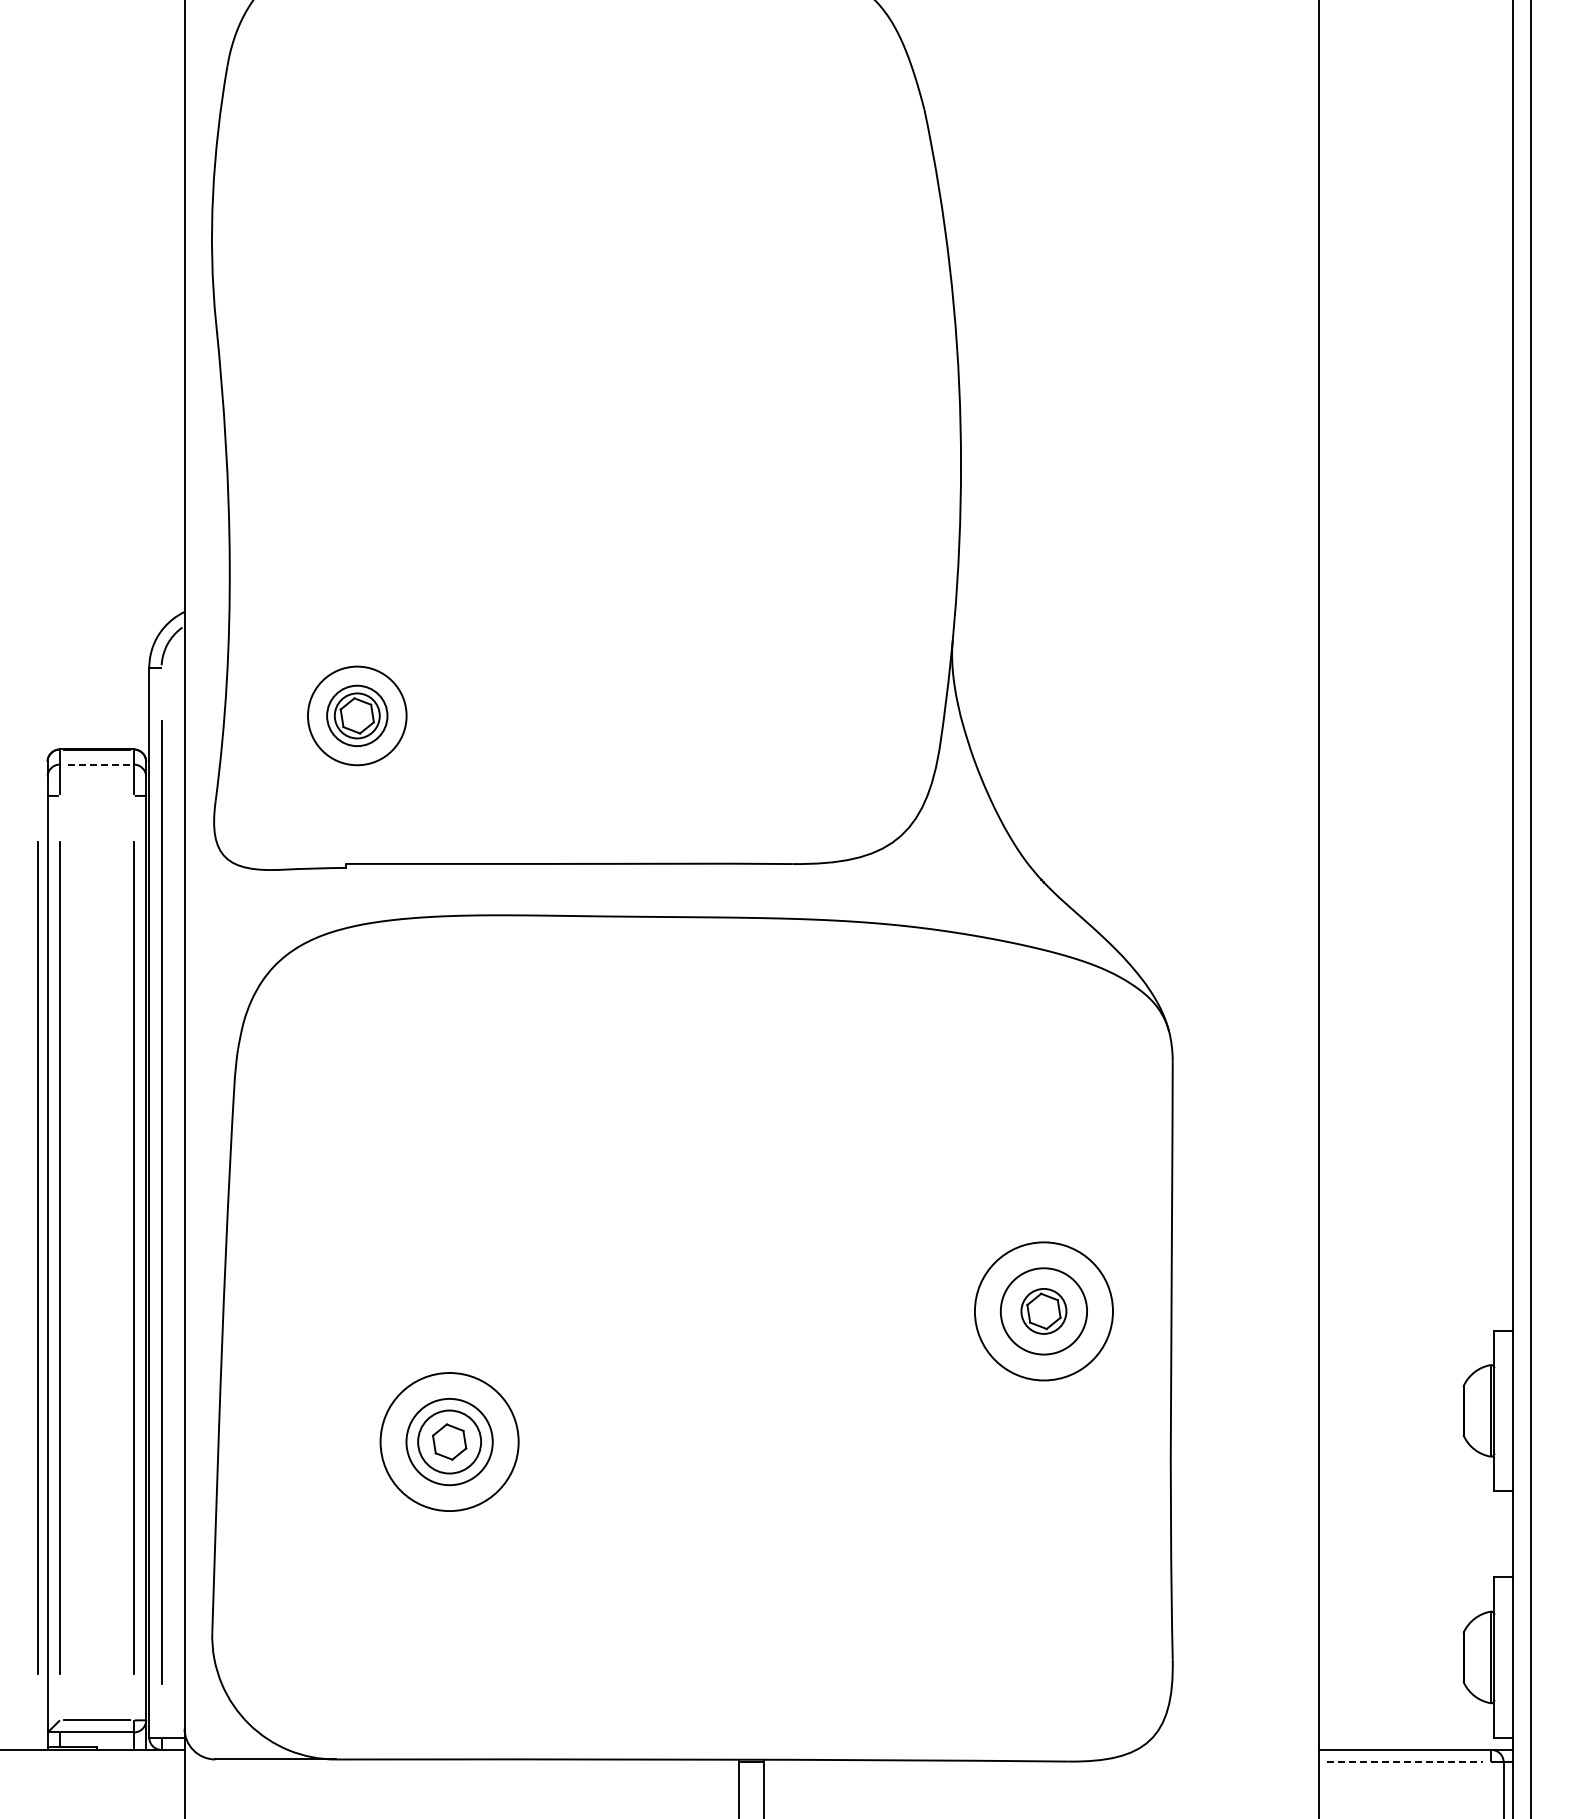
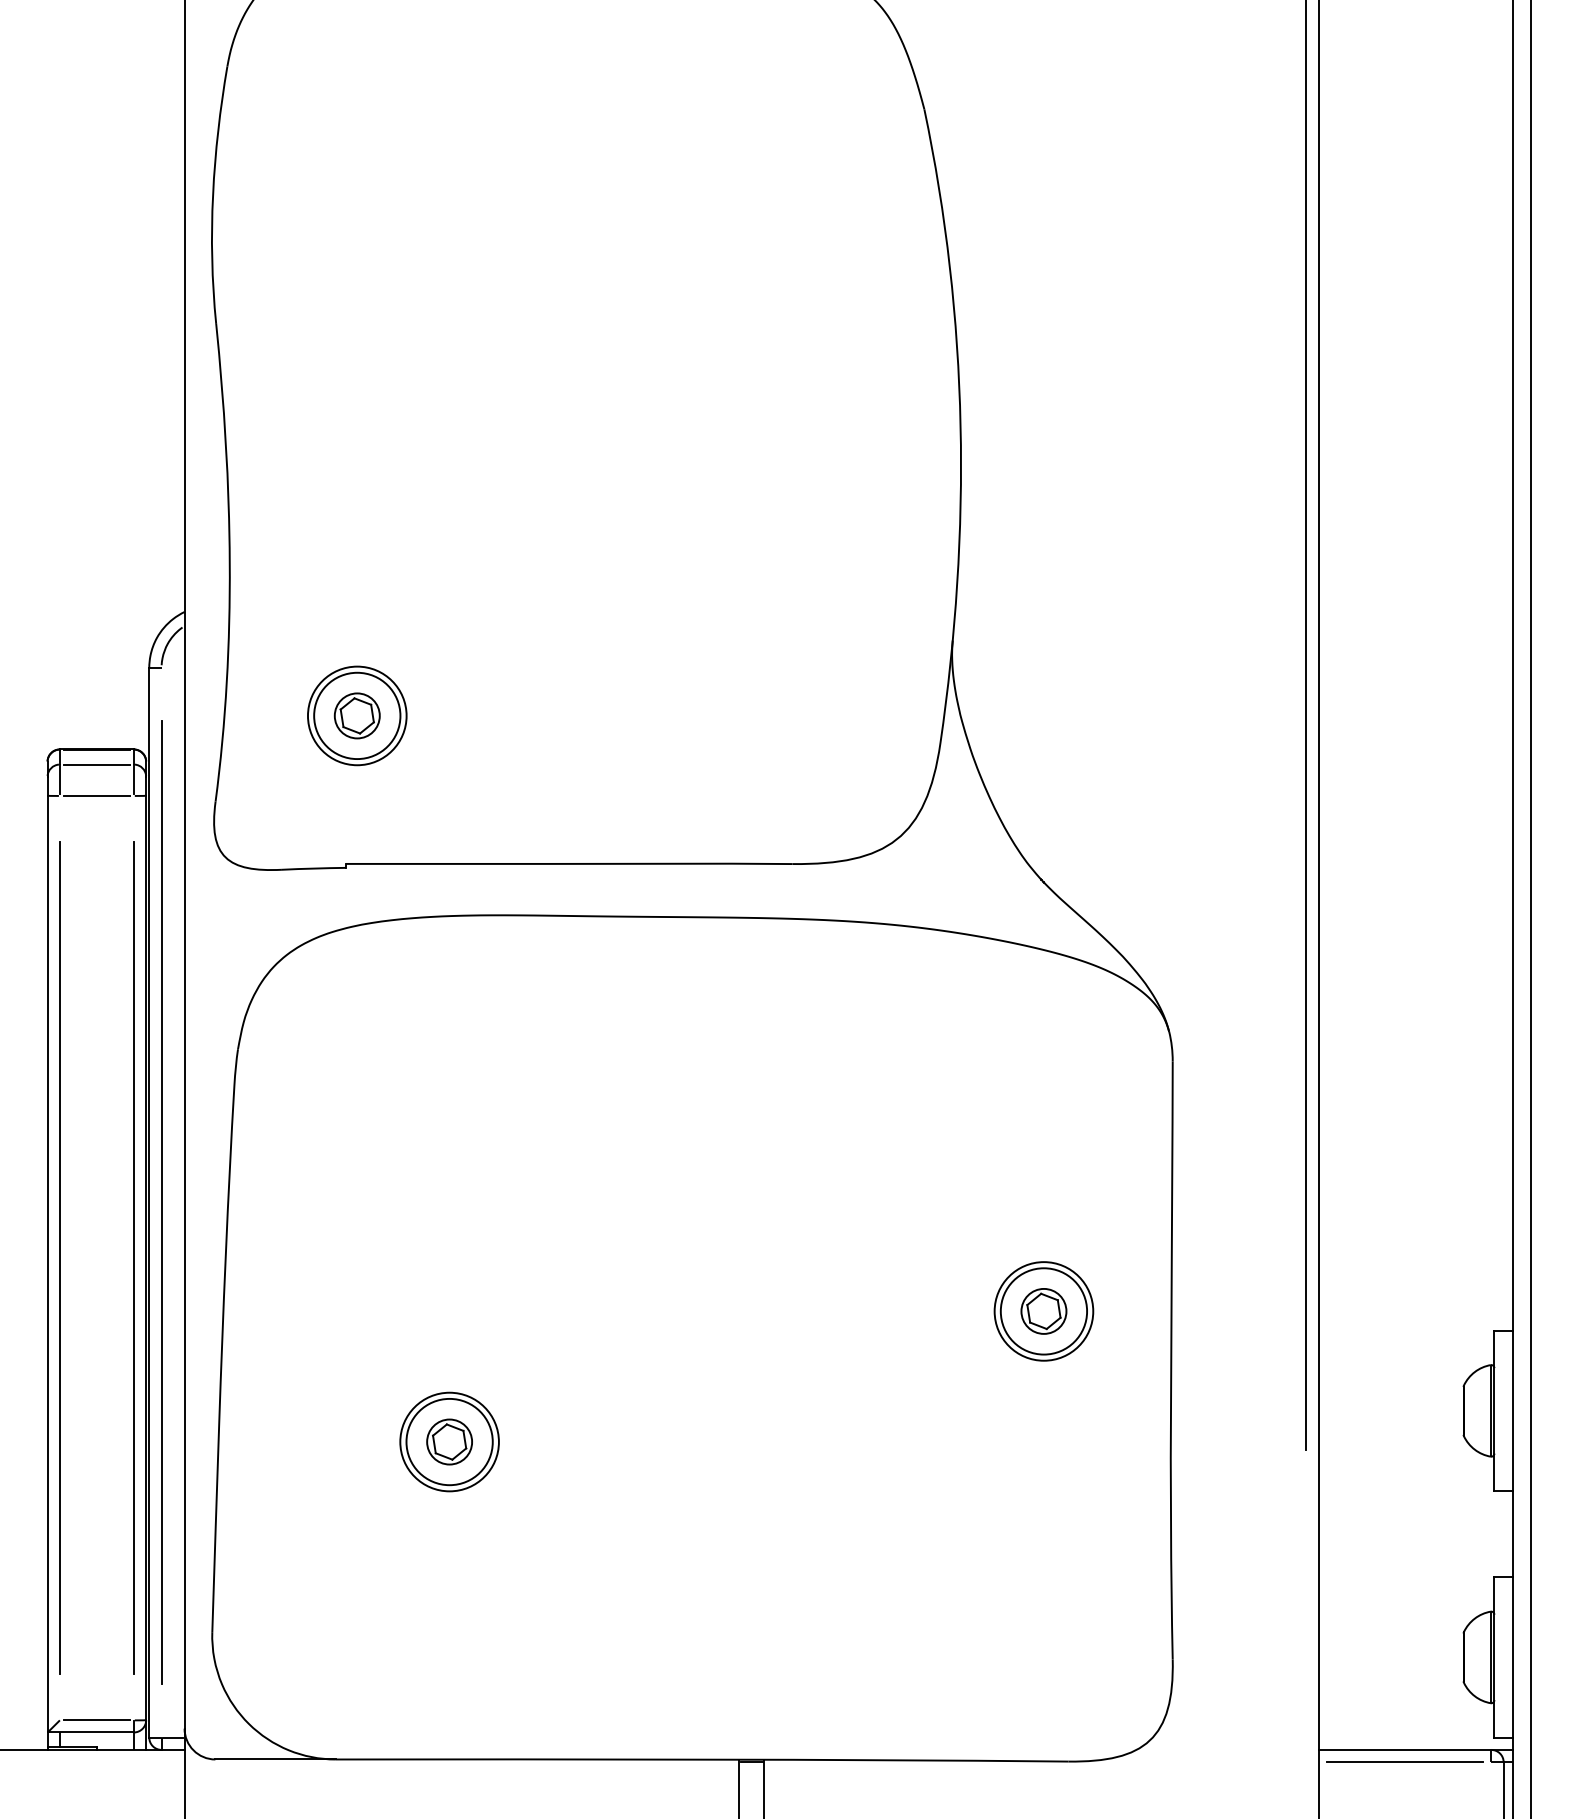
circle at (357, 715) diameter: 60 px -> 86 px
line at (1306, 726): none -> present
line at (96, 764): dashed -> solid
line at (96, 795): none -> present
line at (37, 1257): present -> none
circle at (1043, 1311) diameter: 138 px -> 99 px
circle at (449, 1441) diameter: 63 px -> 45 px
circle at (449, 1442) diameter: 138 px -> 99 px
line at (1405, 1762): dashed -> solid
